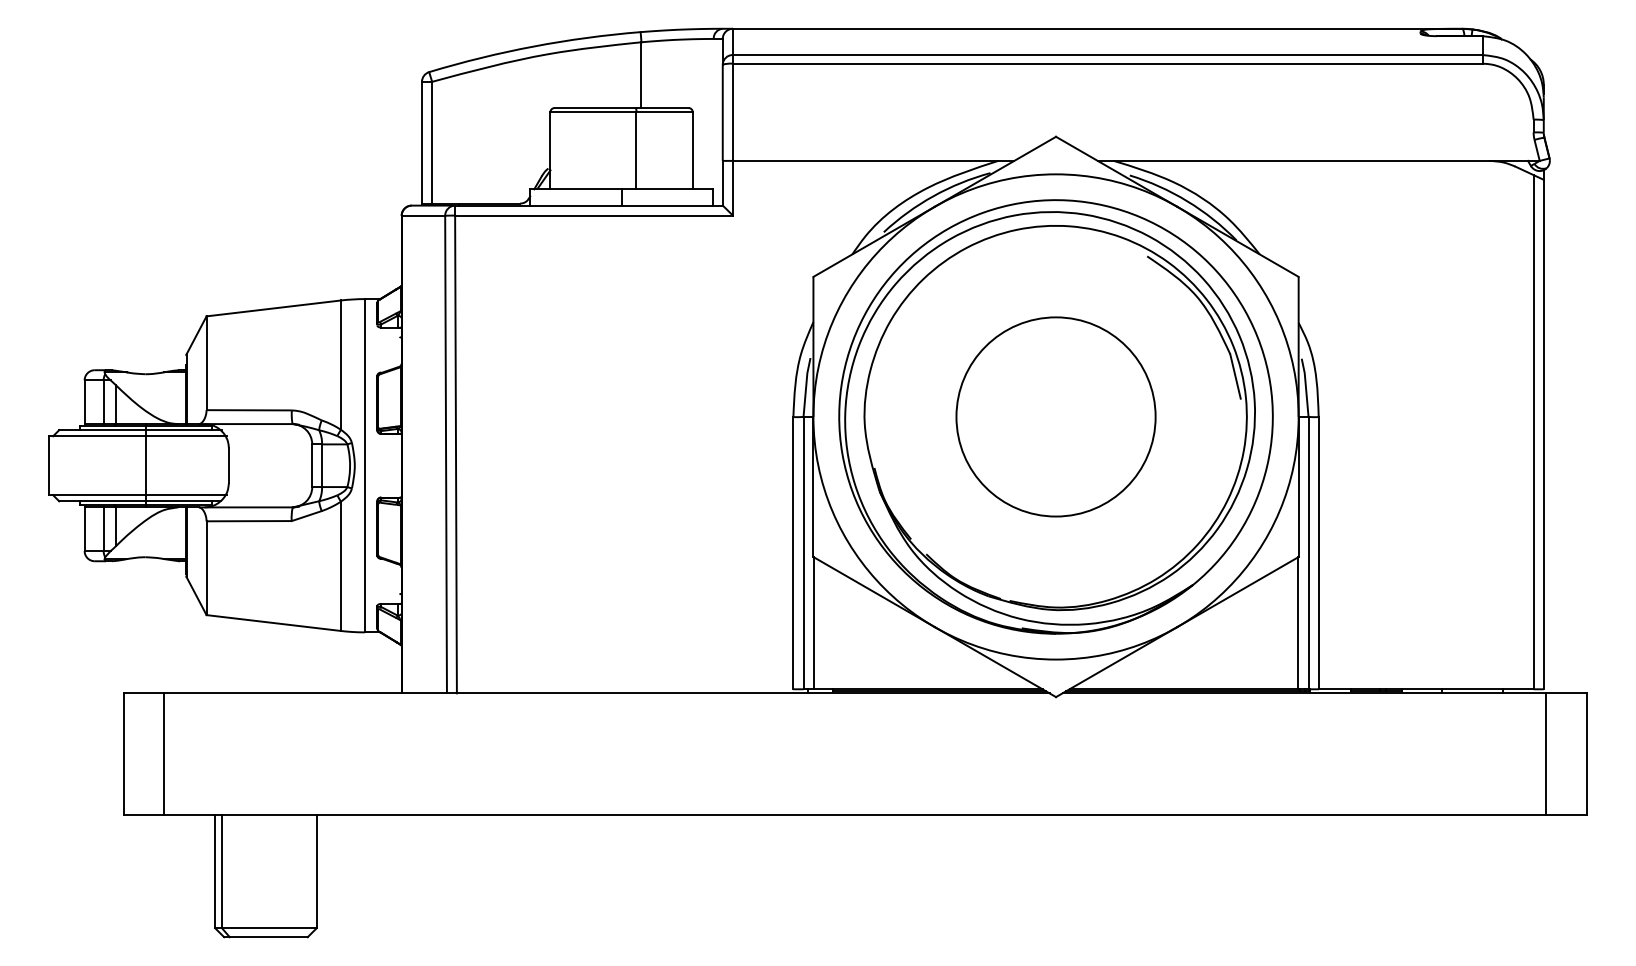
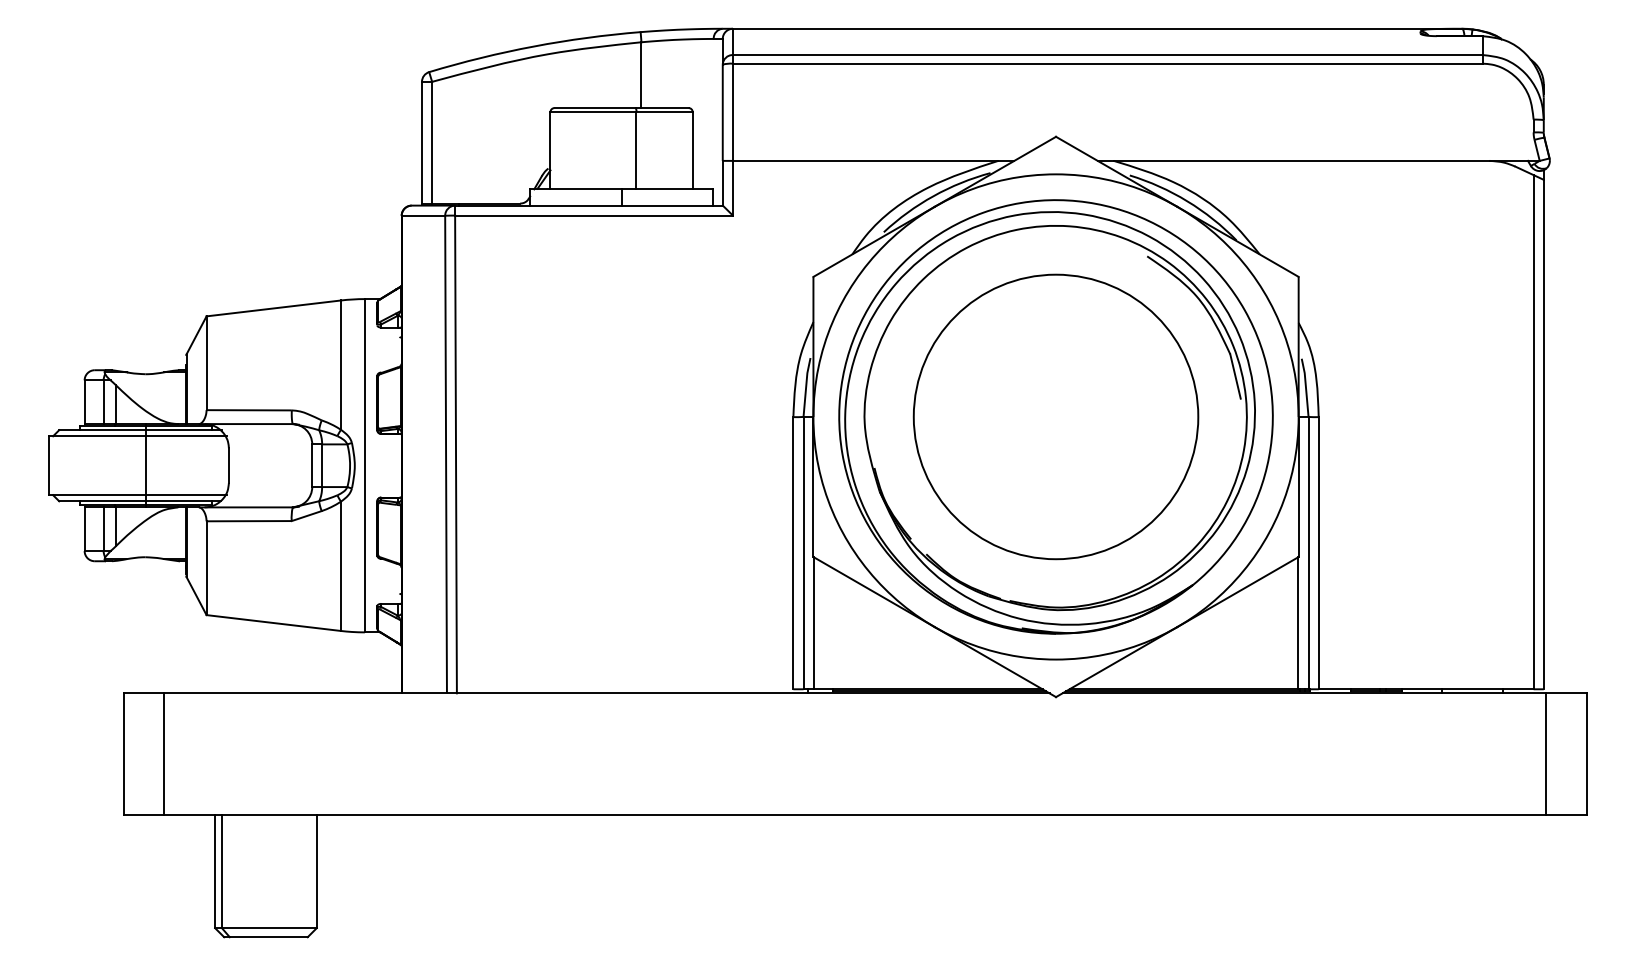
circle at (1055, 416) diameter: 199 px -> 285 px
